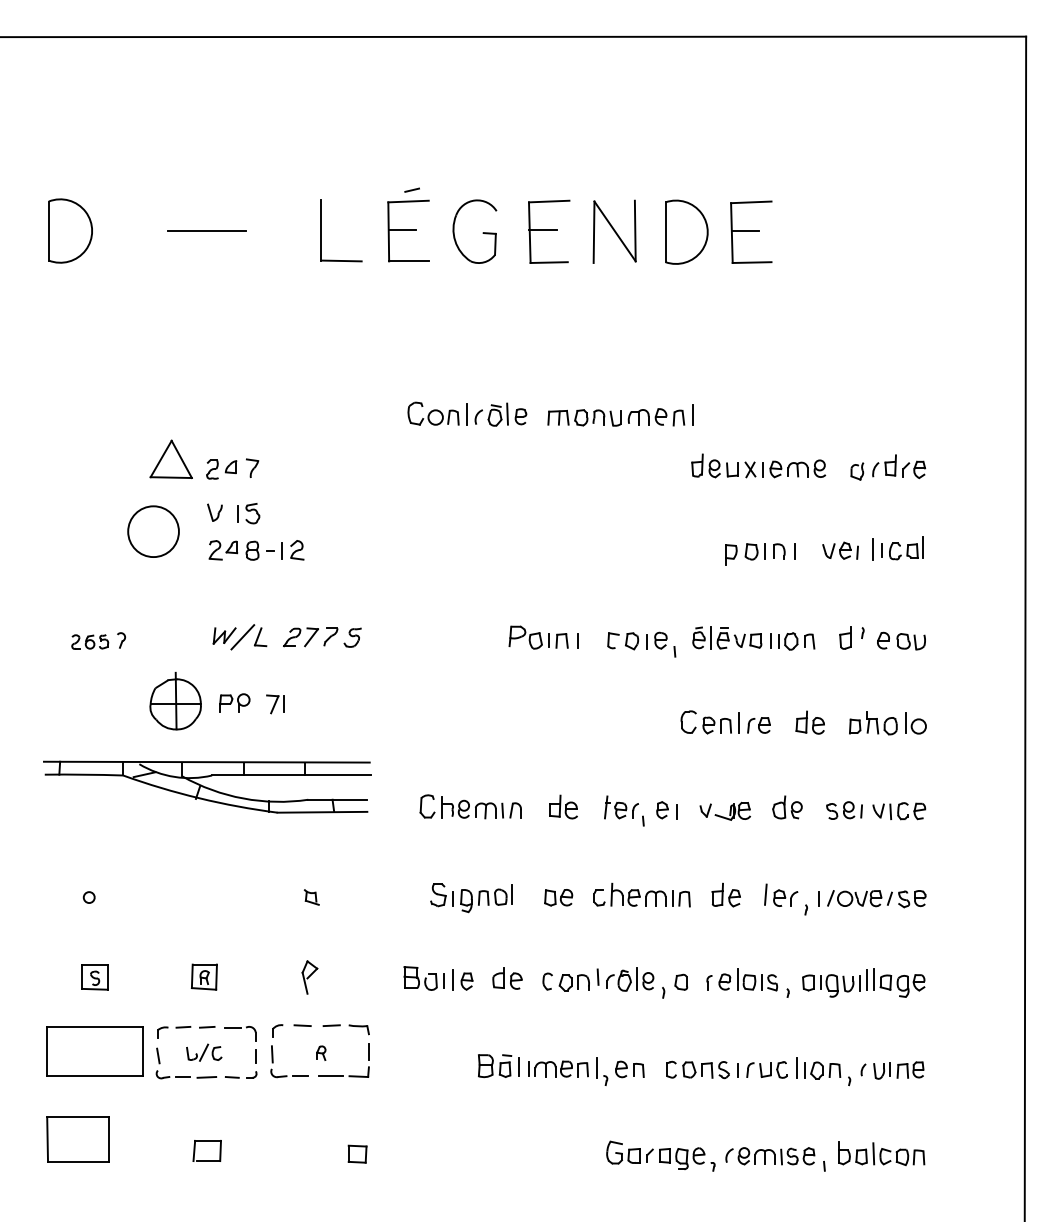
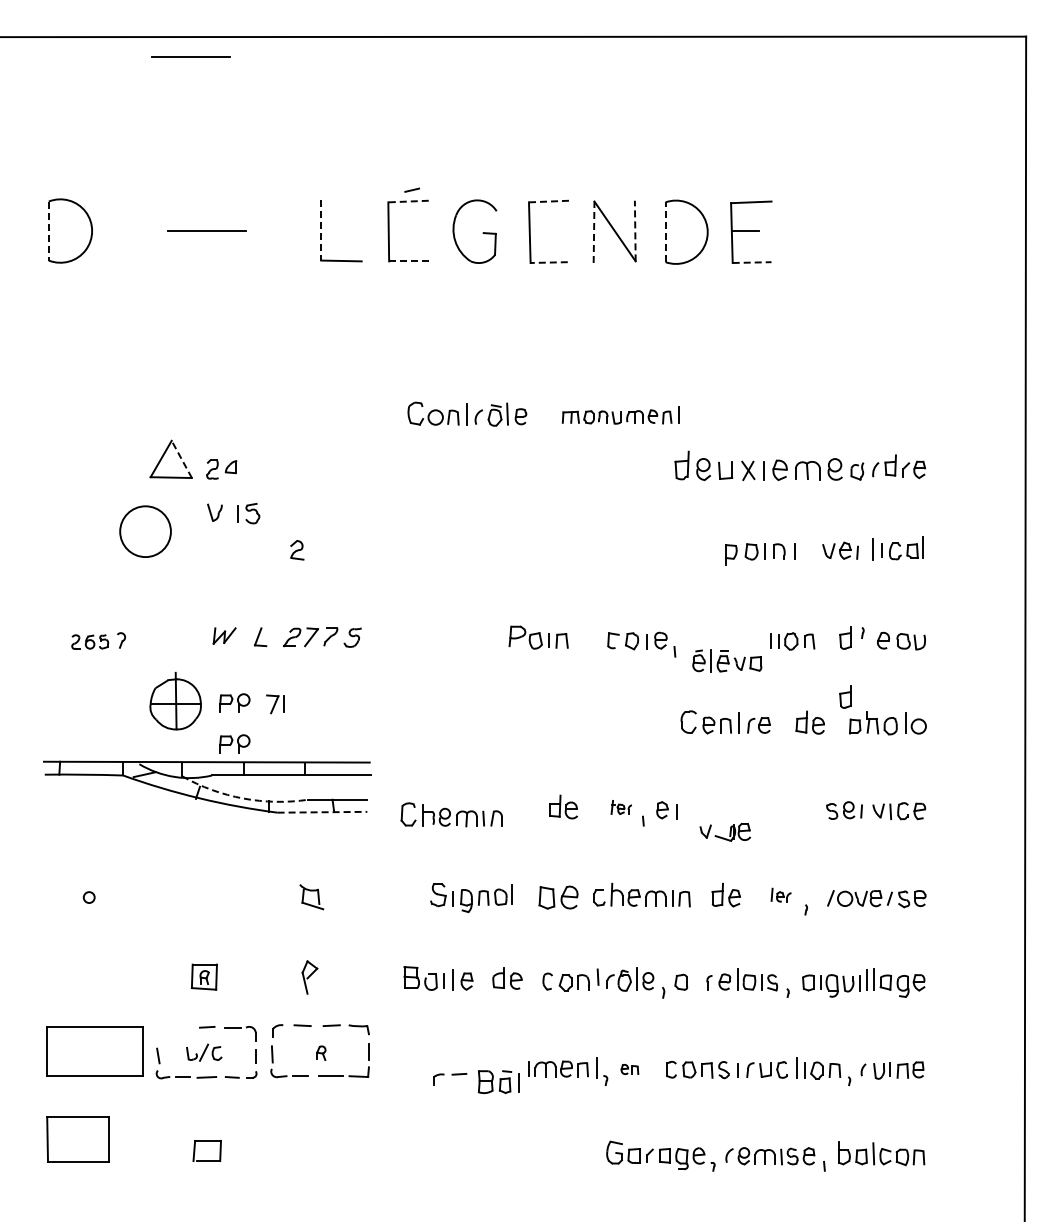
line at (190, 56): none -> present
line at (408, 201): solid -> dashed
line at (549, 201): solid -> dashed
line at (402, 229): present -> none
line at (542, 229): present -> none
line at (321, 230): solid -> dashed
line at (635, 230): solid -> dashed
line at (48, 231): solid -> dashed
line at (594, 232): solid -> dashed
line at (665, 232): solid -> dashed
line at (408, 261): solid -> dashed
line at (549, 262): solid -> dashed
line at (752, 262): solid -> dashed
part at (620, 415) size: 147x23 px -> 119x19 px
line at (181, 459): solid -> dashed
part at (758, 465) size: 136x26 px -> 169x32 px
part at (252, 467): present -> none
circle at (153, 531) position: (153, 531) -> (145, 531)
part at (245, 550): present -> none
line at (242, 637): present -> none
part at (727, 637) position: (727, 637) -> (727, 660)
line at (577, 640): present -> none
part at (845, 696): none -> present
part at (234, 743): none -> present
arc at (243, 798): solid -> dashed
part at (470, 806) position: (470, 806) -> (451, 814)
part at (621, 807) size: 35x25 px -> 22x15 px
part at (787, 807): present -> none
part at (724, 810) position: (724, 810) -> (724, 831)
line at (322, 812): solid -> dashed
part at (781, 894) size: 35x24 px -> 22x16 px
part at (311, 897) size: 17x17 px -> 26x27 px
part at (558, 897) size: 30x18 px -> 41x25 px
line at (818, 898): present -> none
part at (94, 977): present -> none
part at (174, 1032) position: (174, 1032) -> (450, 1079)
part at (498, 1066) position: (498, 1066) -> (498, 1082)
part at (629, 1069) size: 30x19 px -> 20x11 px
part at (357, 1153): present -> none
